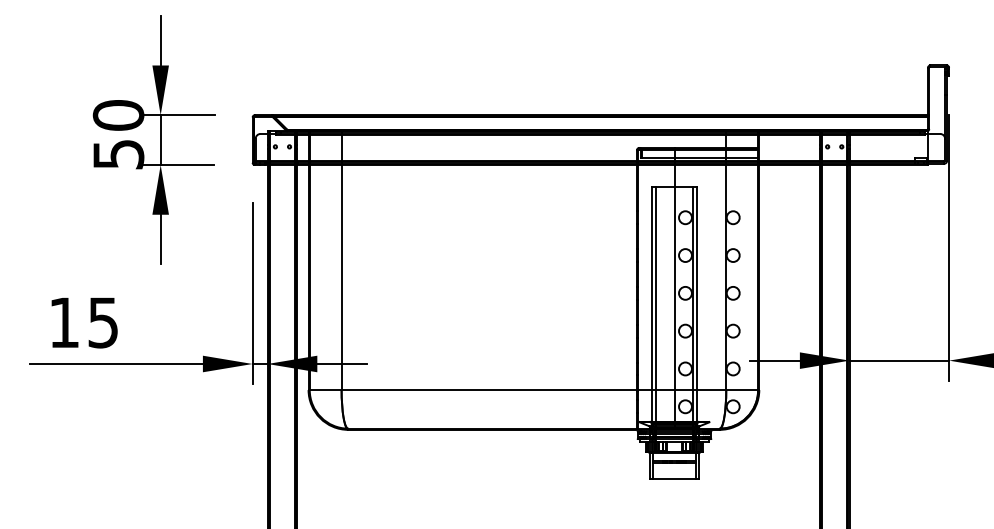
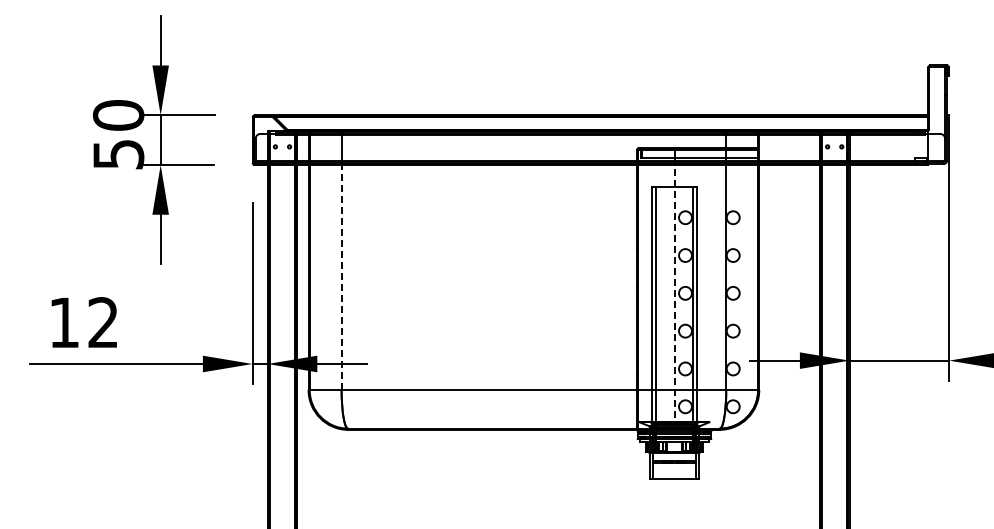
line at (341, 277): solid -> dashed
line at (674, 292): solid -> dashed
text at (102, 322): 15 -> 12
